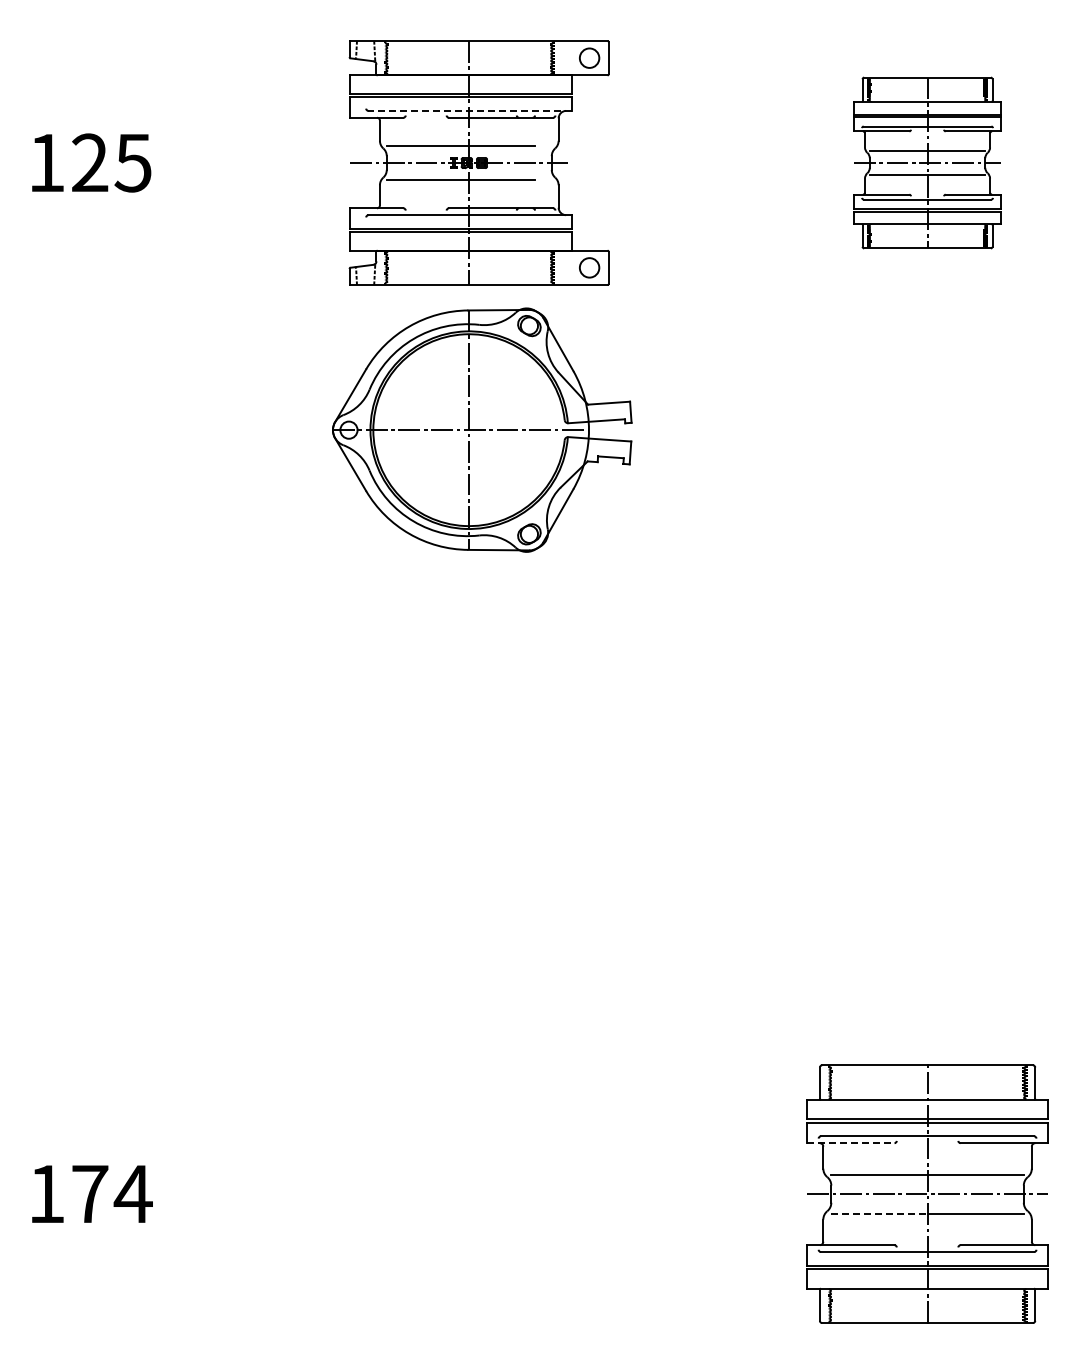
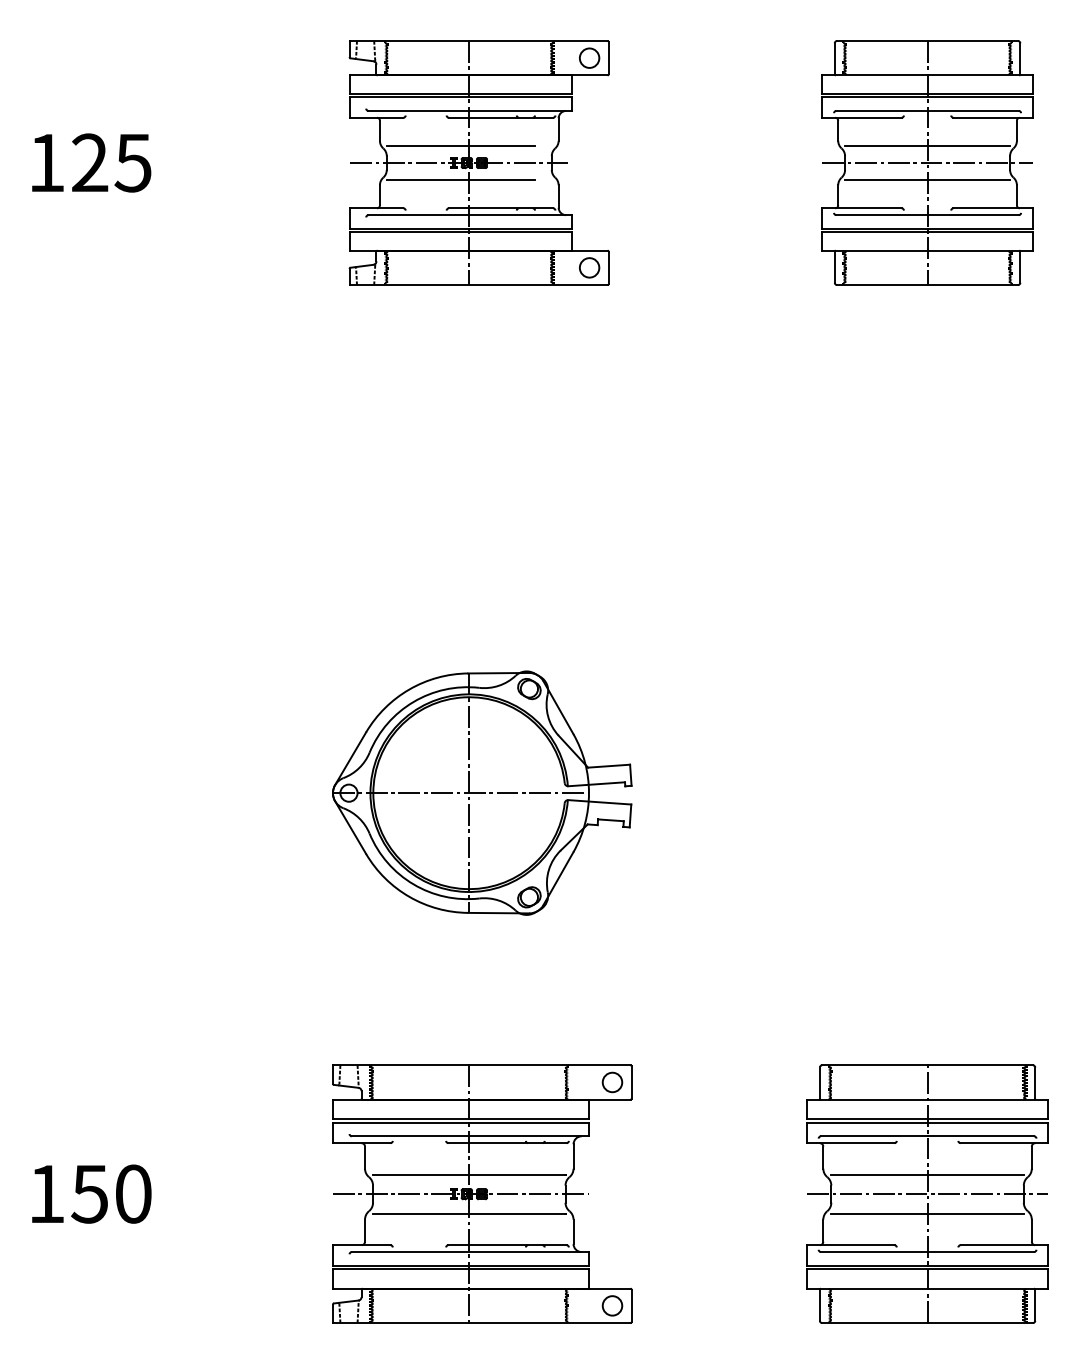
line at (470, 110): dashed -> solid
part at (927, 162) size: 149x174 px -> 213x246 px
part at (482, 429) position: (482, 429) -> (482, 792)
line at (850, 1143): dashed -> solid
text at (111, 1193): 174 -> 150
part at (482, 1193): none -> present
line at (879, 1213): dashed -> solid
